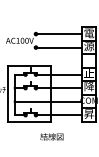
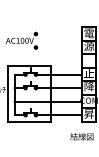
line at (59, 34): present -> none
line at (59, 47): present -> none
text at (51, 136) position: (51, 136) -> (81, 136)
